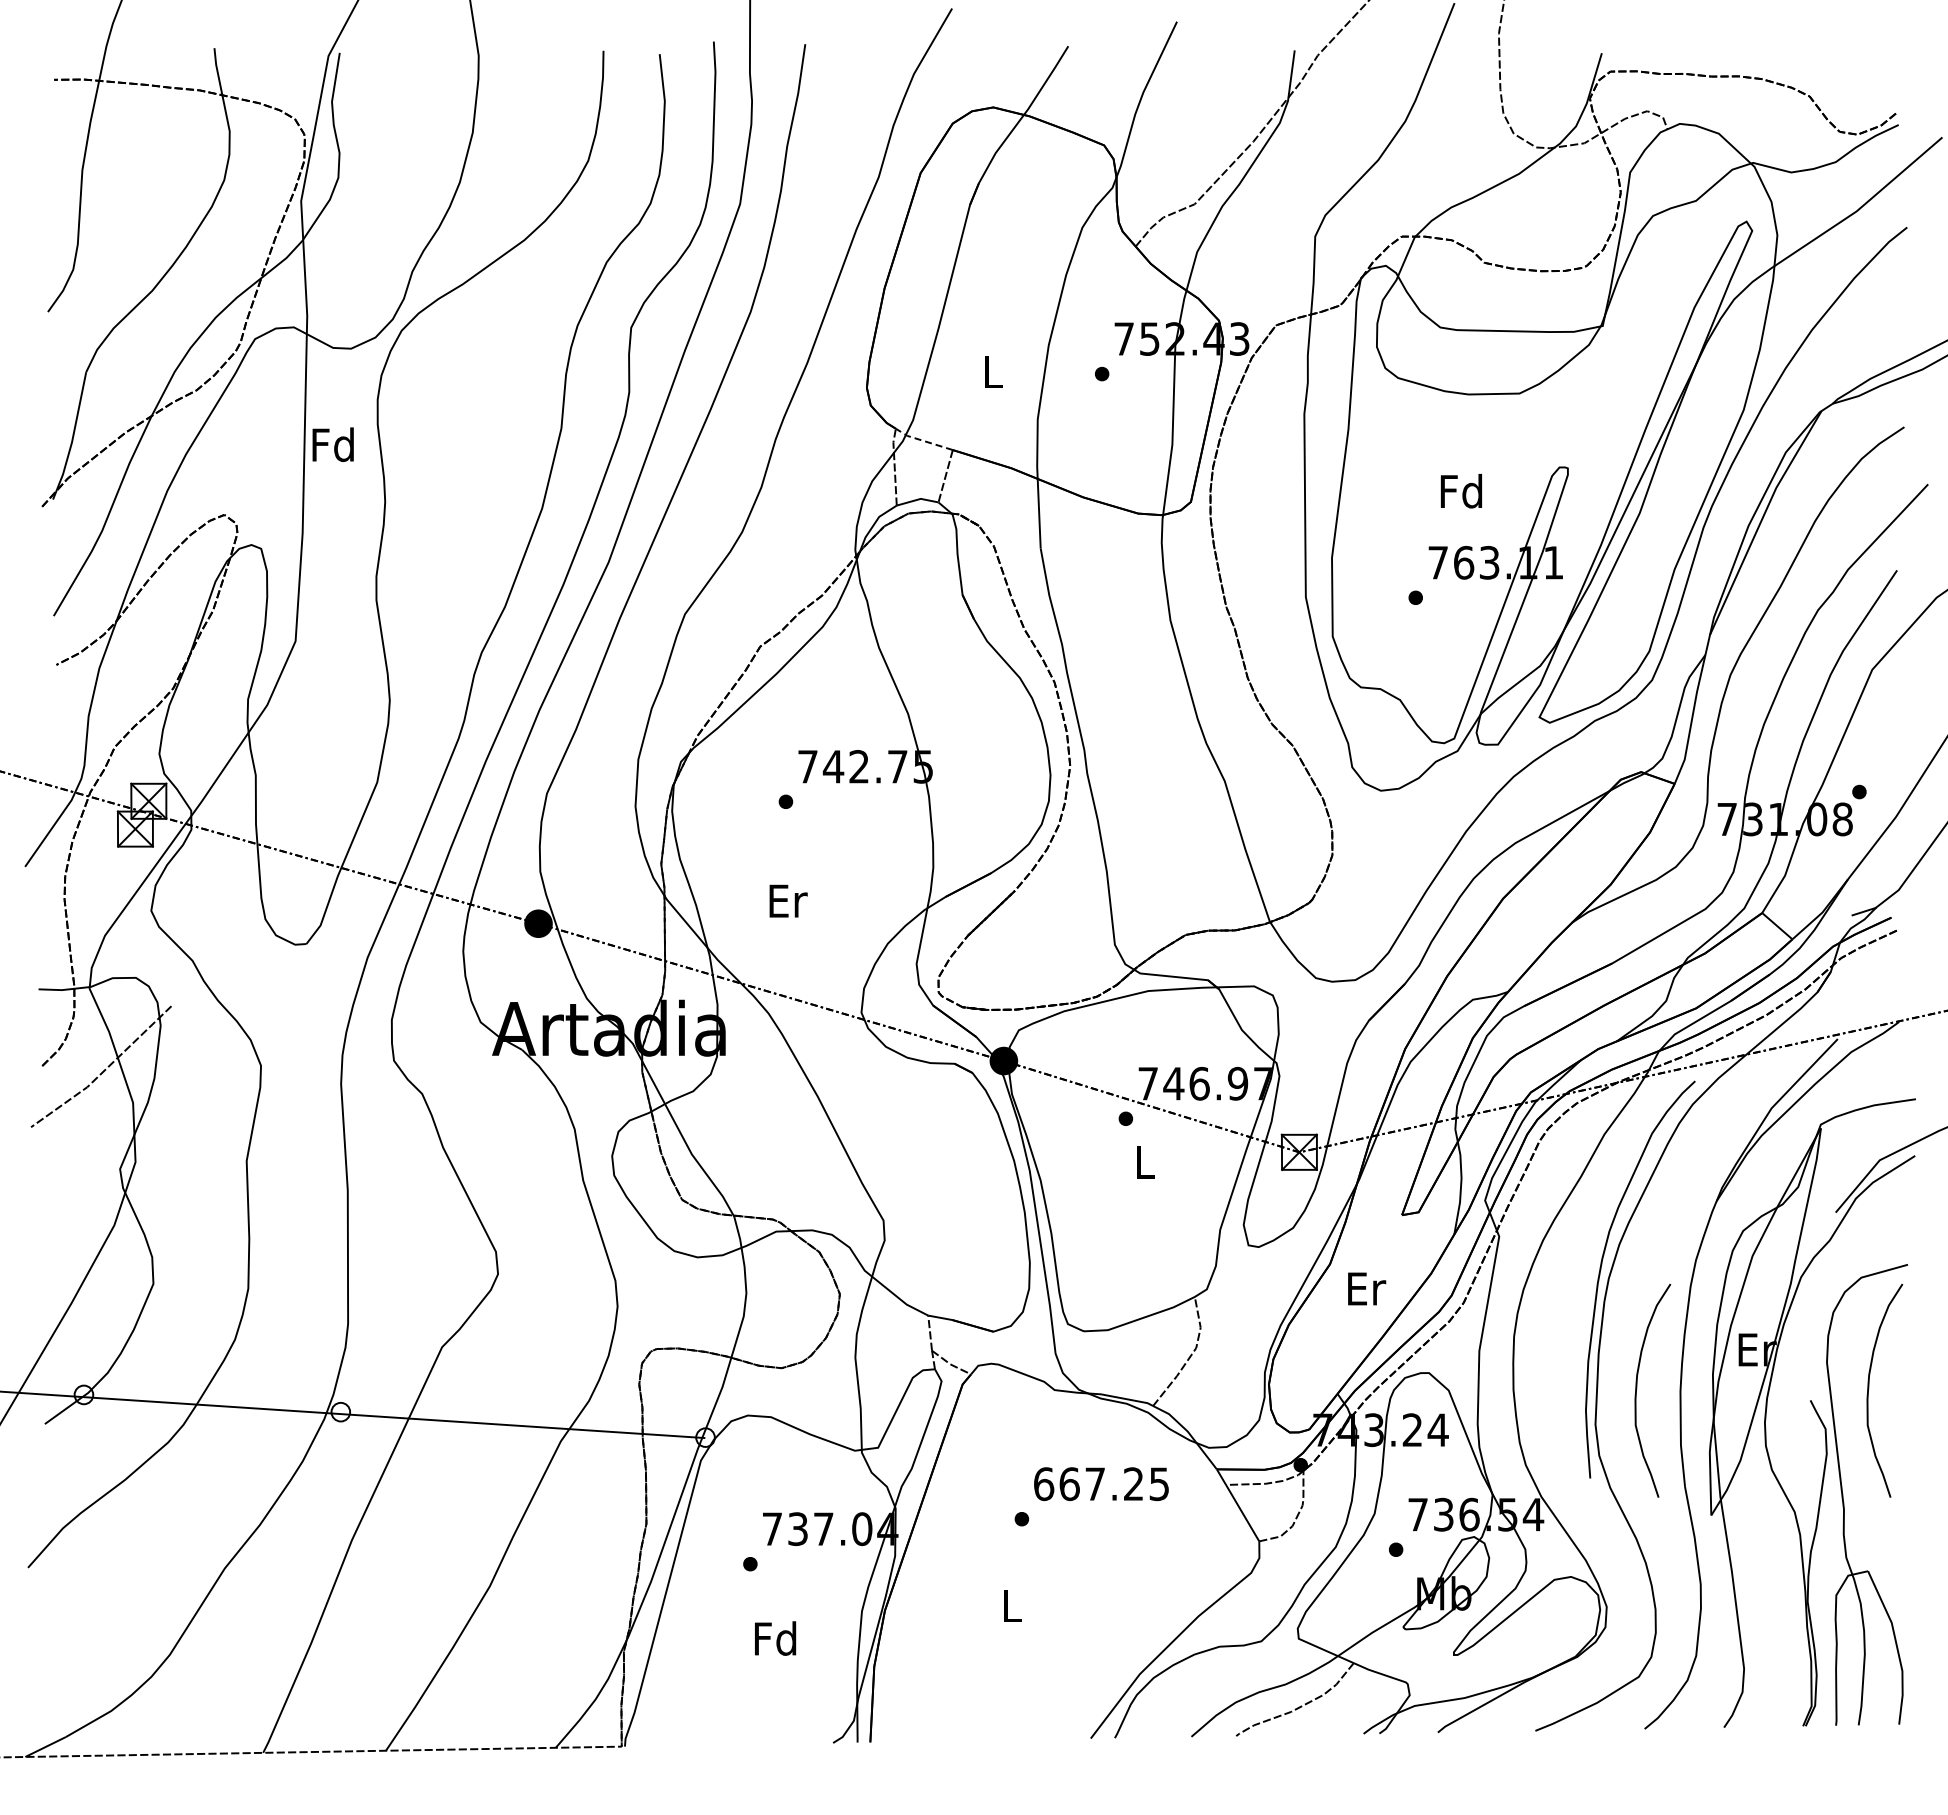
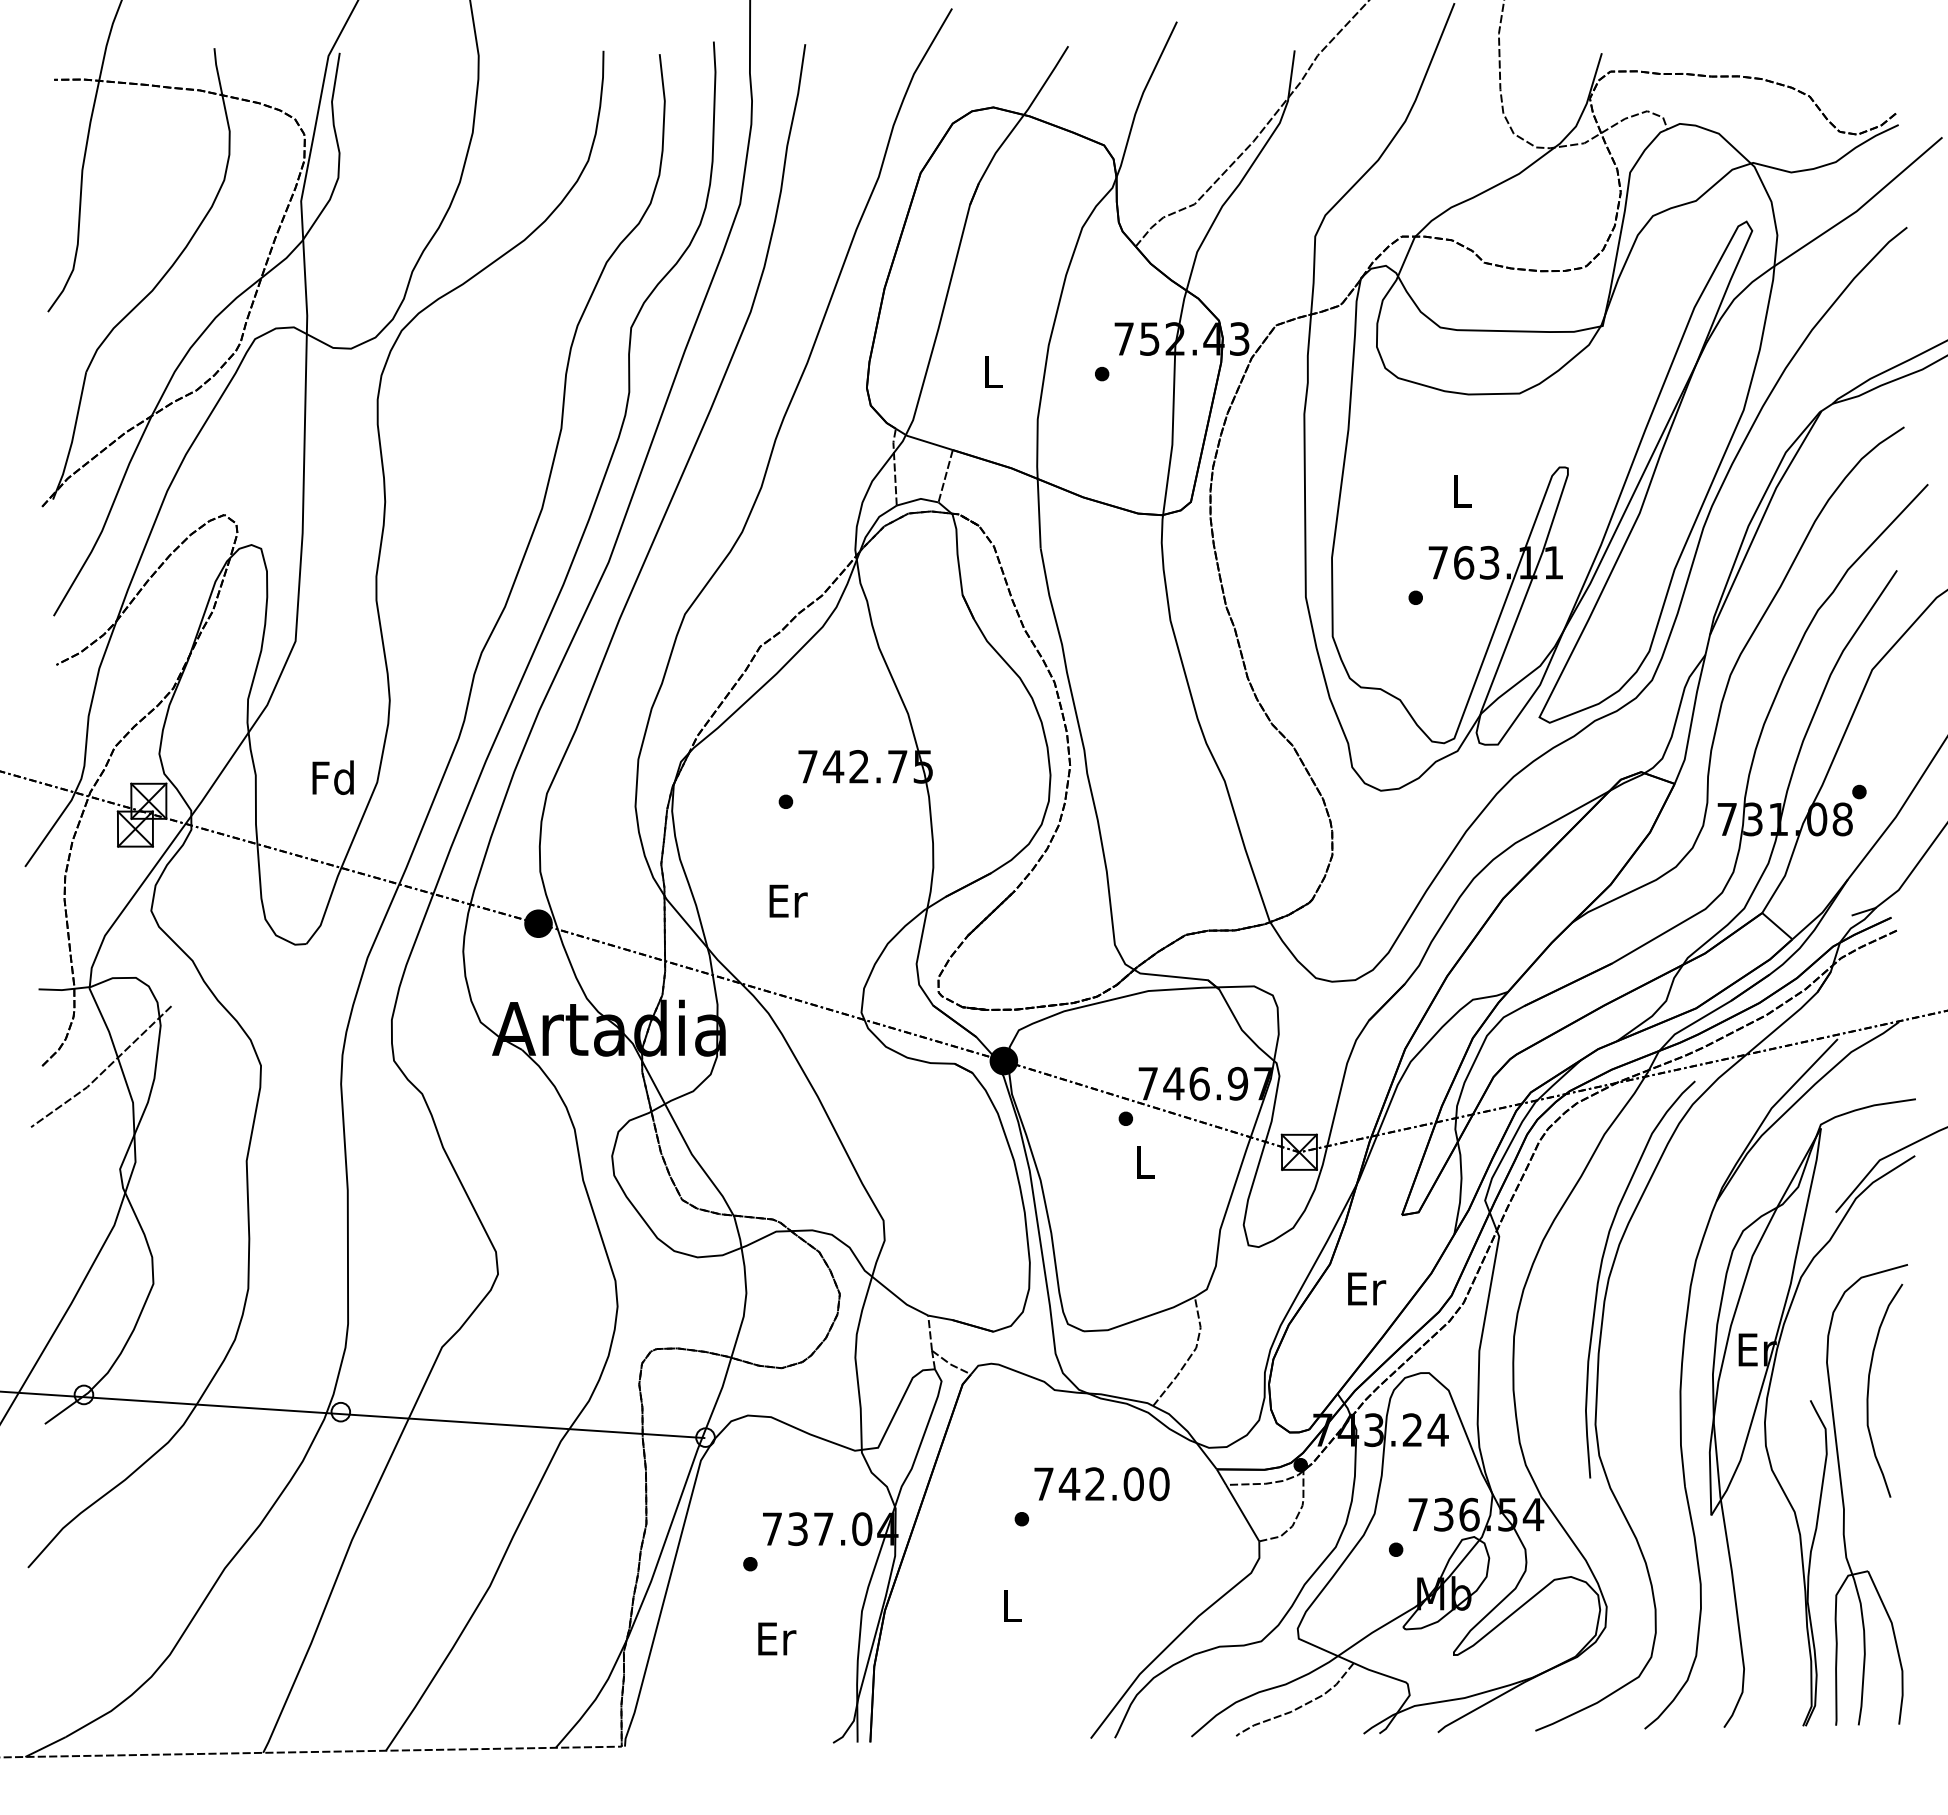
line at (922, 440): dashed -> solid
text at (332, 444) position: (332, 444) -> (332, 777)
text at (1461, 490): Fd -> L
curve at (1637, 1389): present -> none
text at (1101, 1484): 667.25 -> 742.00
text at (775, 1638): Fd -> Er
